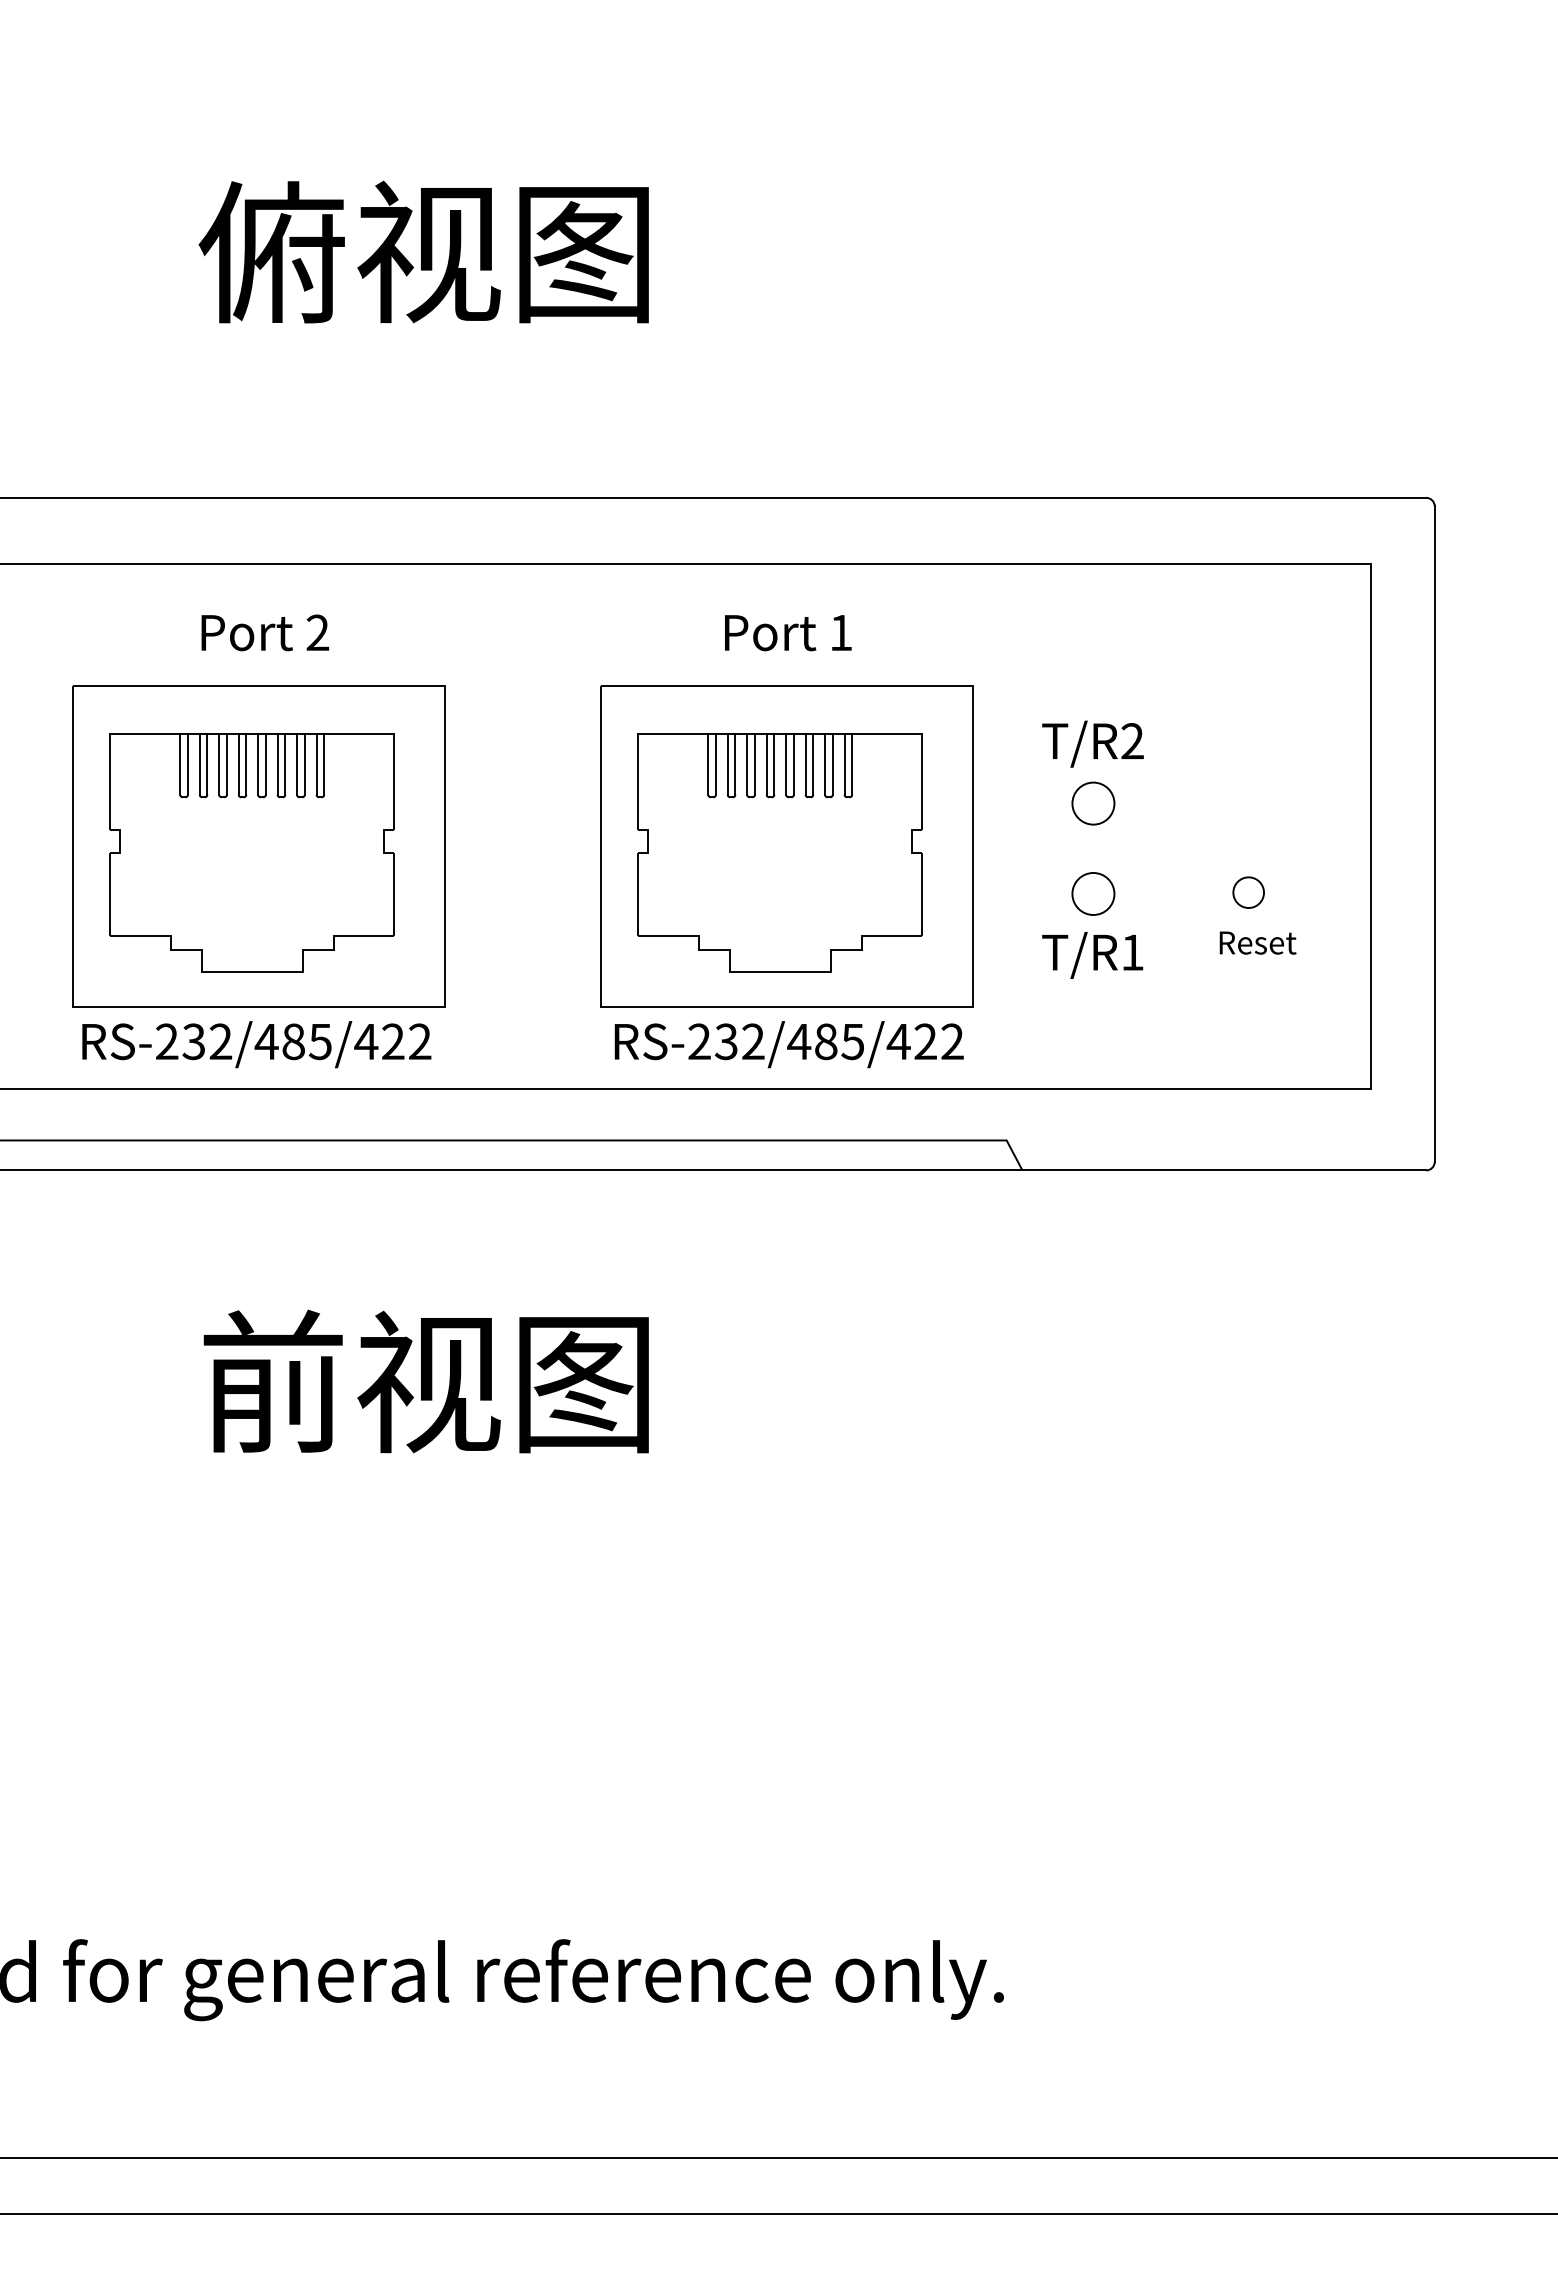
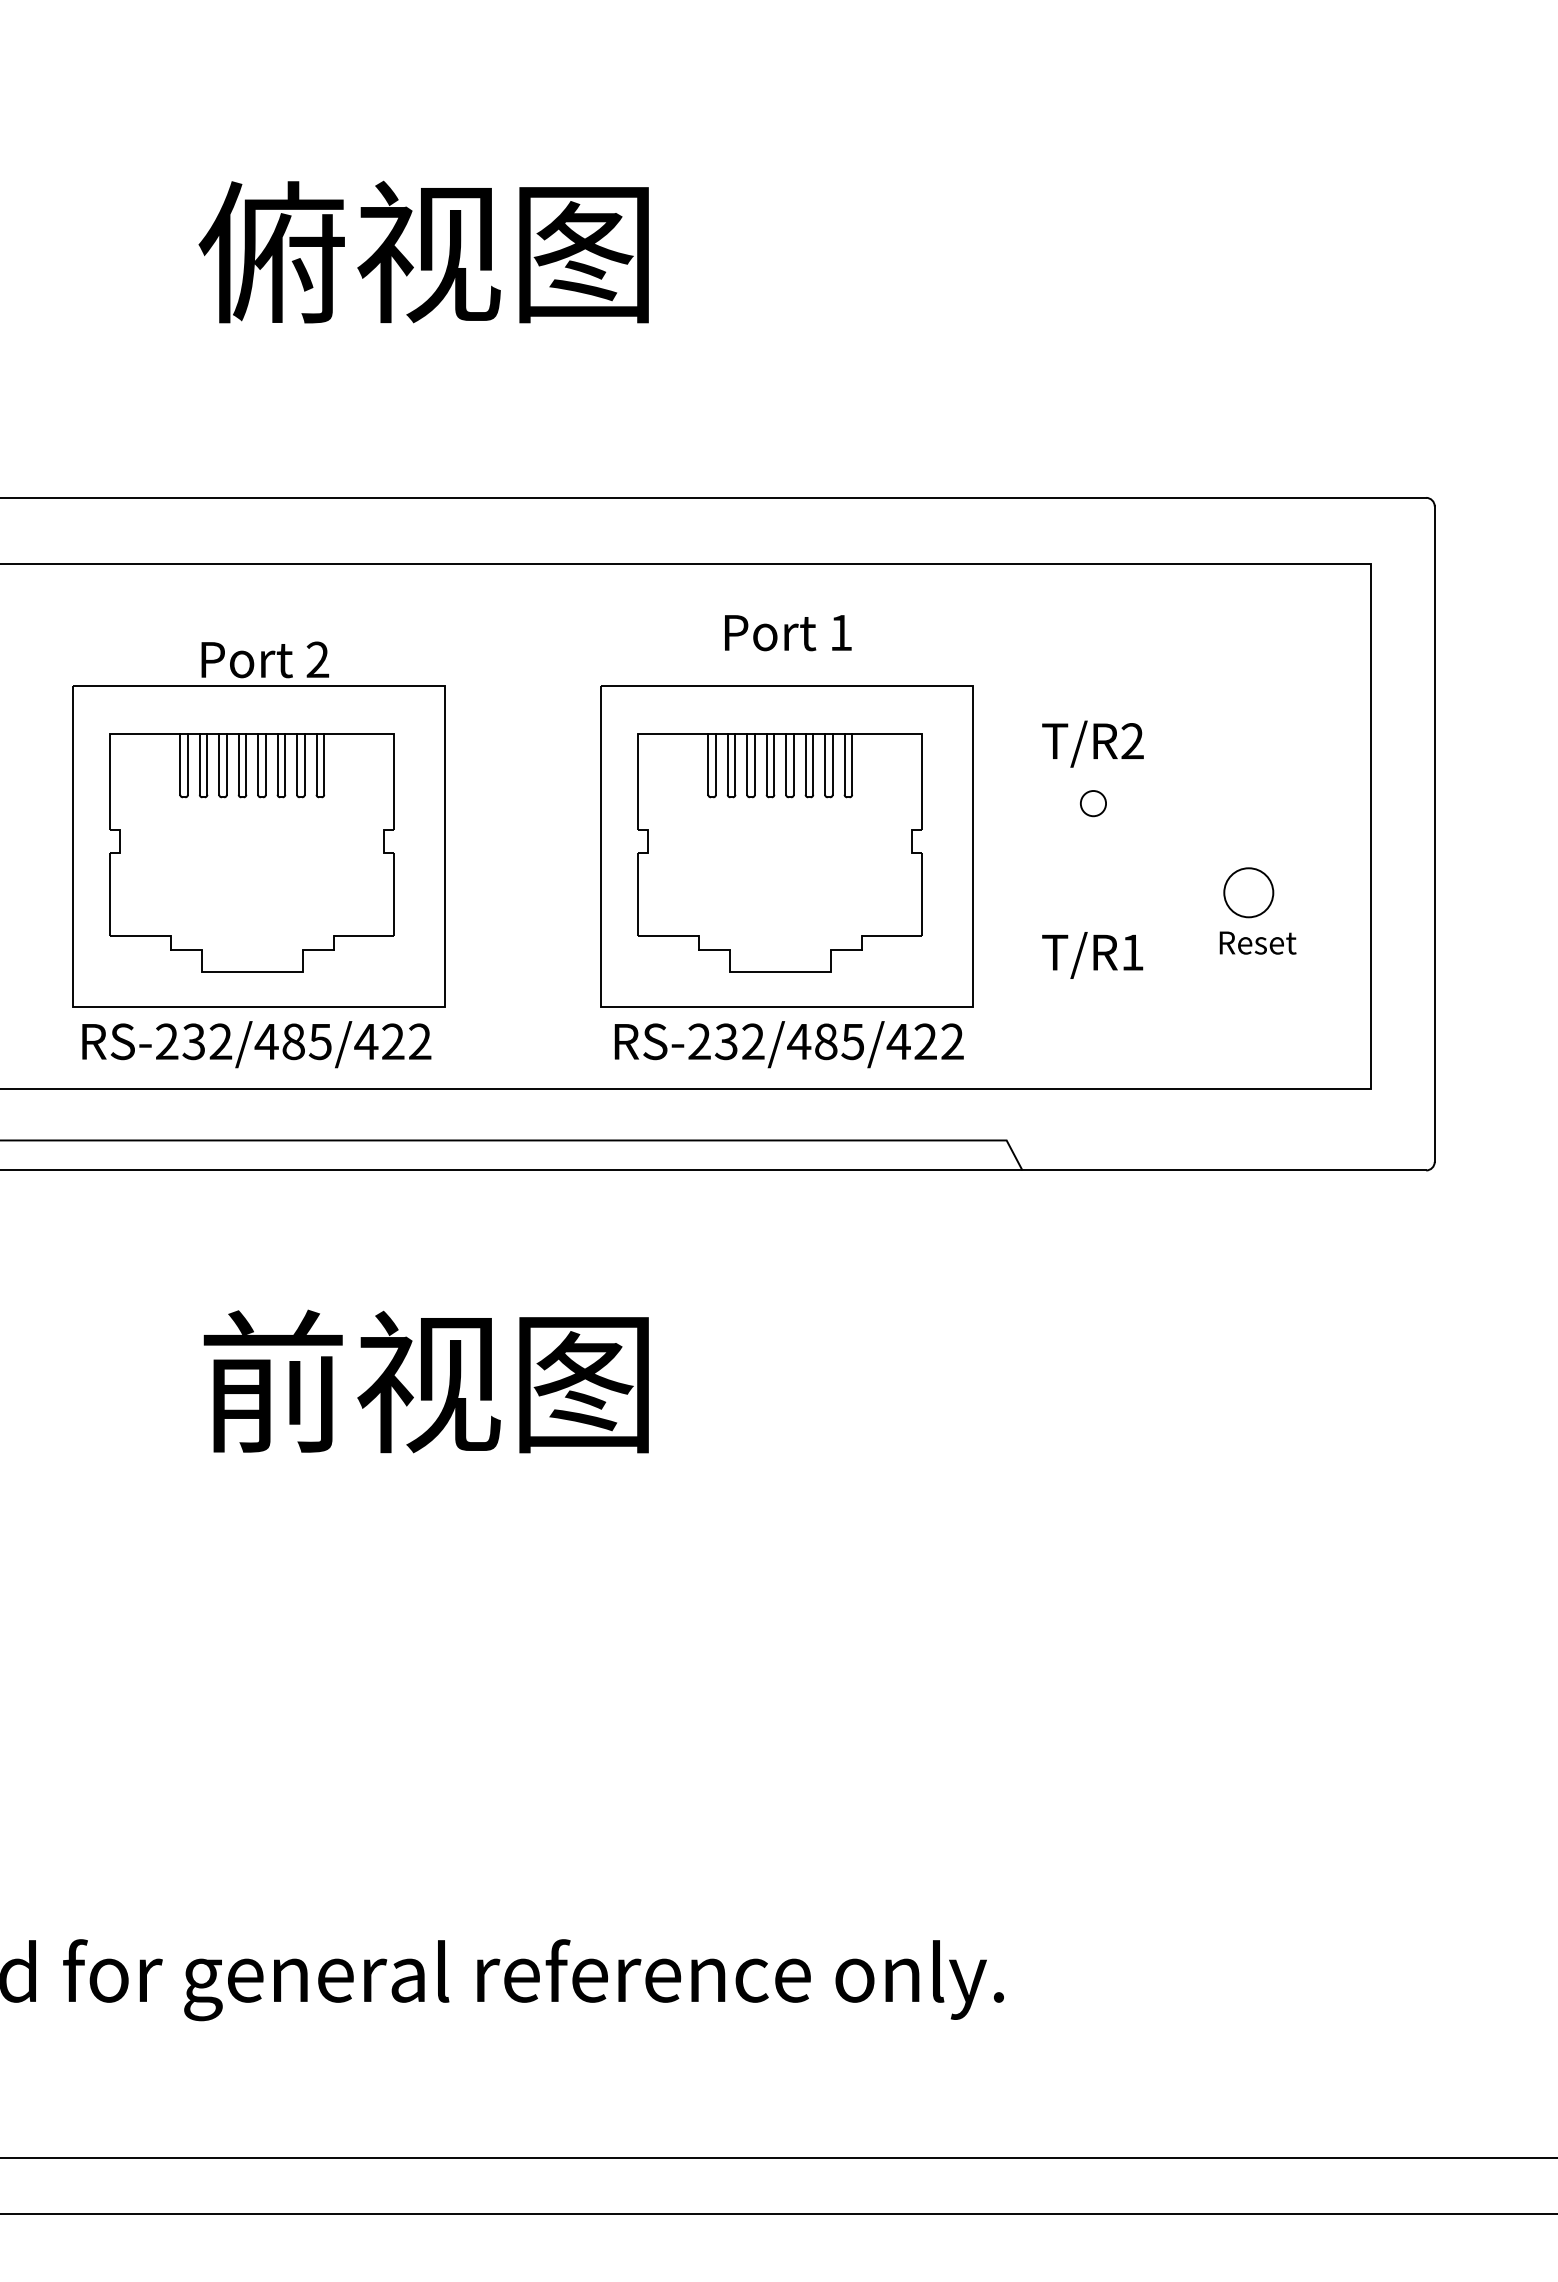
text at (264, 632) position: (264, 632) -> (264, 659)
circle at (1093, 803) diameter: 42 px -> 25 px
circle at (1248, 892) size: 33x33 px -> 52x52 px
circle at (1093, 893): present -> none
